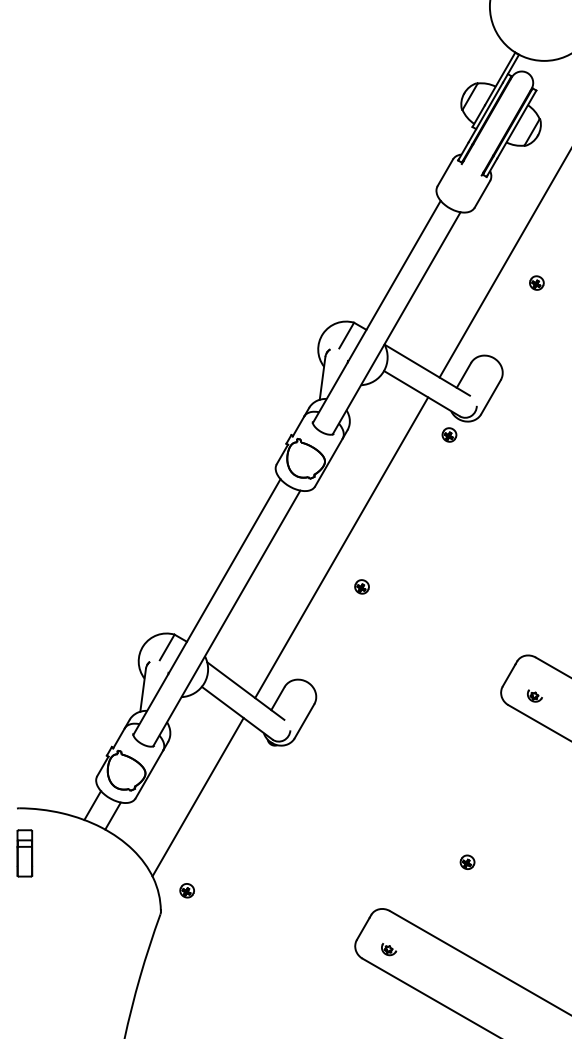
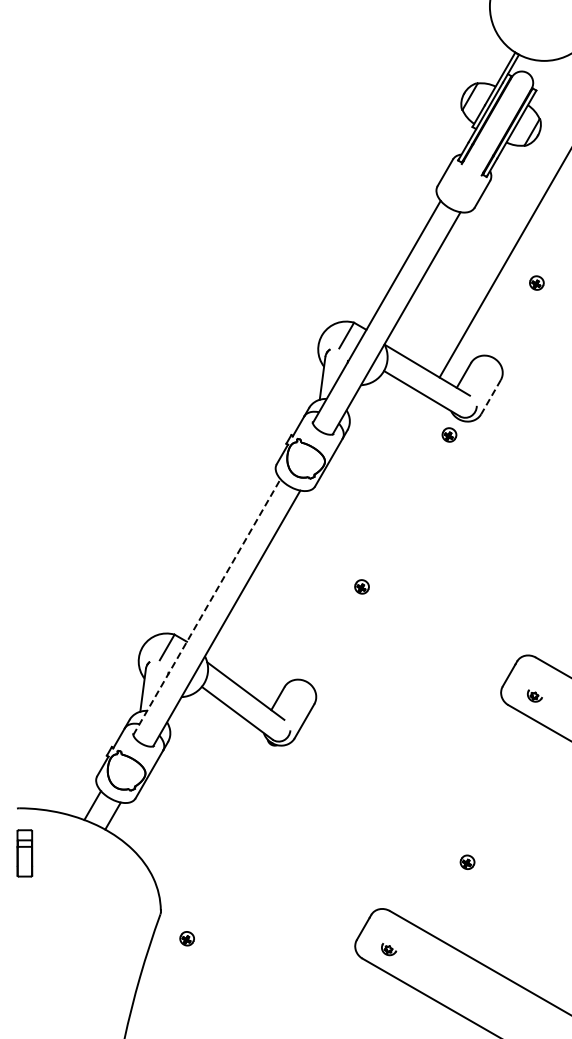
line at (491, 397): solid -> dashed
line at (341, 547): present -> none
line at (206, 607): solid -> dashed
line at (197, 797): present -> none
part at (186, 890) position: (186, 890) -> (186, 938)
